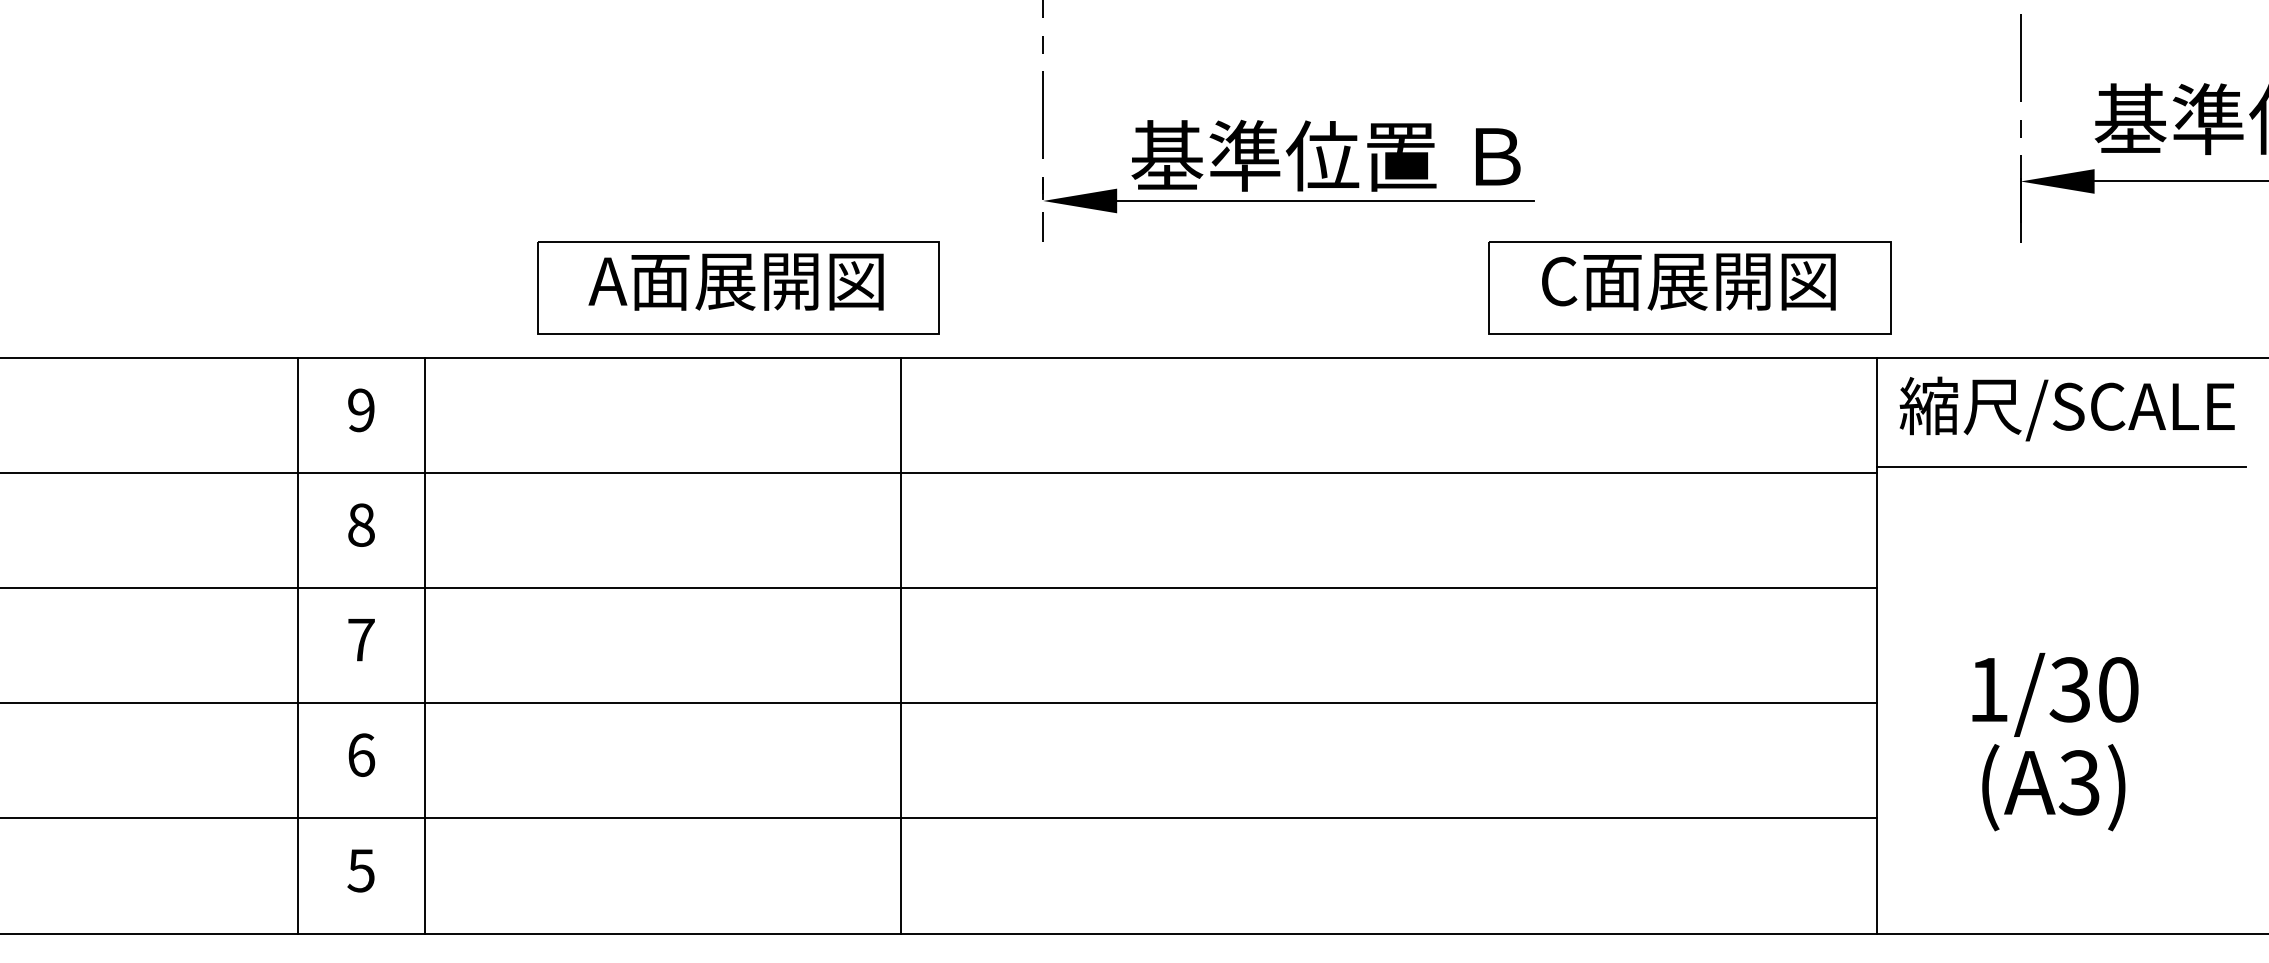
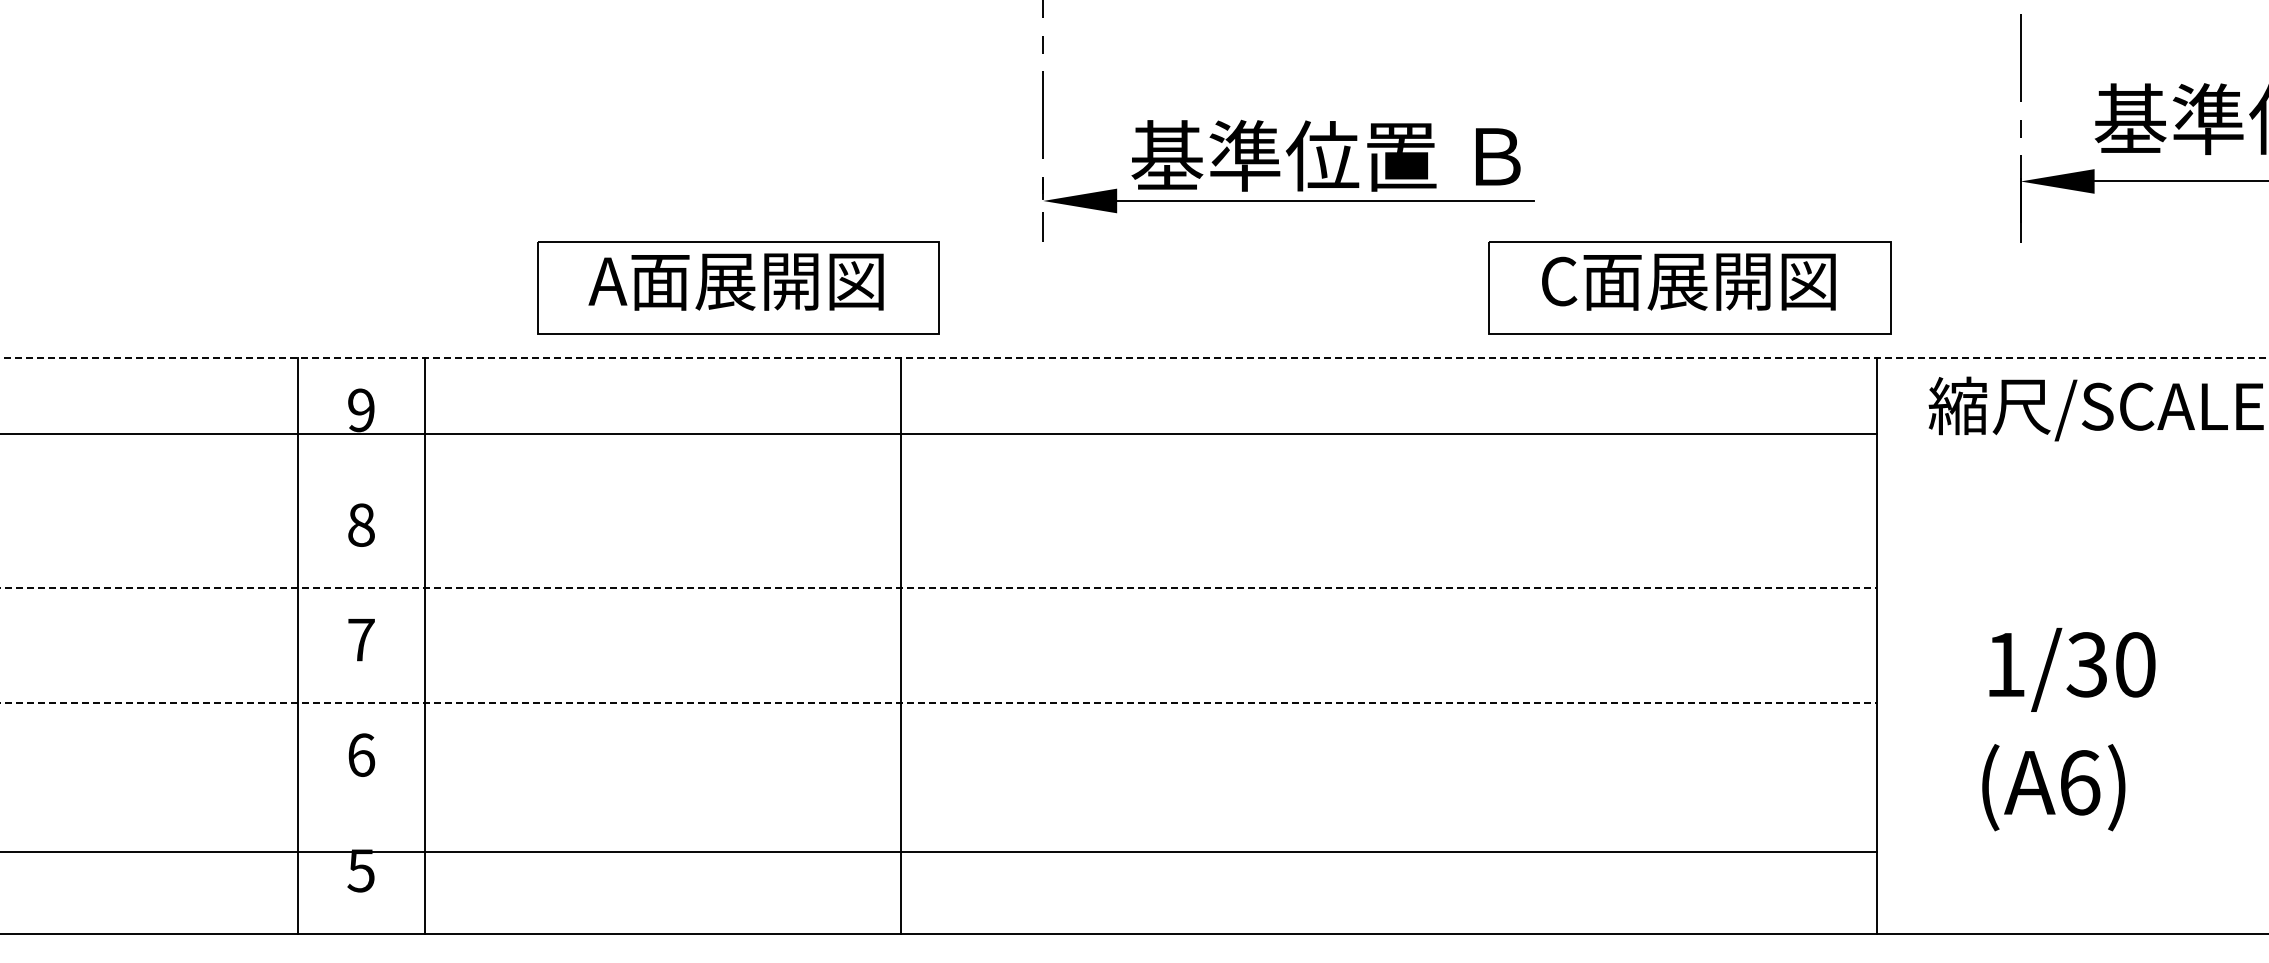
line at (1134, 358): solid -> dashed
text at (2066, 408) position: (2066, 408) -> (2095, 408)
line at (2061, 467): present -> none
line at (939, 473) position: (939, 473) -> (939, 434)
line at (939, 588): solid -> dashed
text at (2055, 694) position: (2055, 694) -> (2072, 669)
line at (939, 702): solid -> dashed
text at (2079, 782): (A3) -> (A6)
line at (939, 818) position: (939, 818) -> (939, 852)
